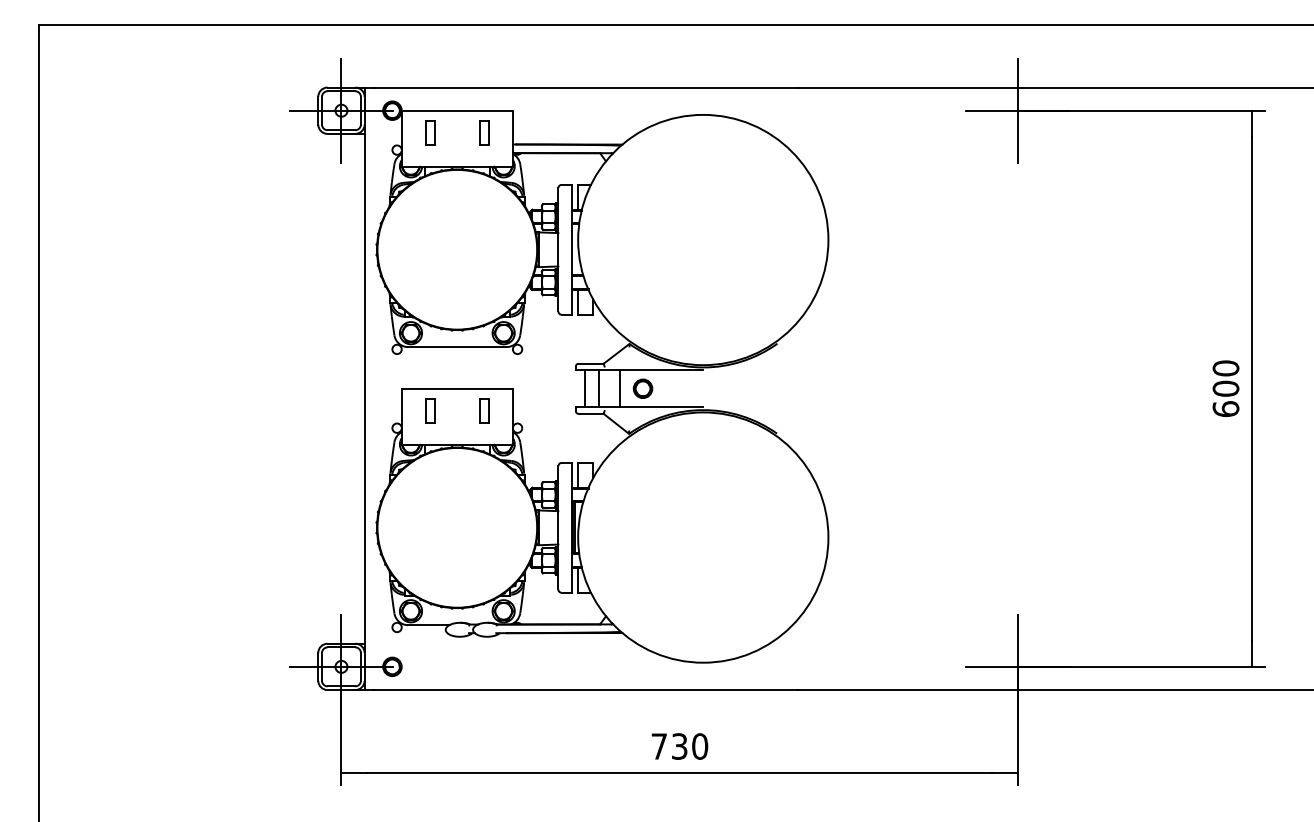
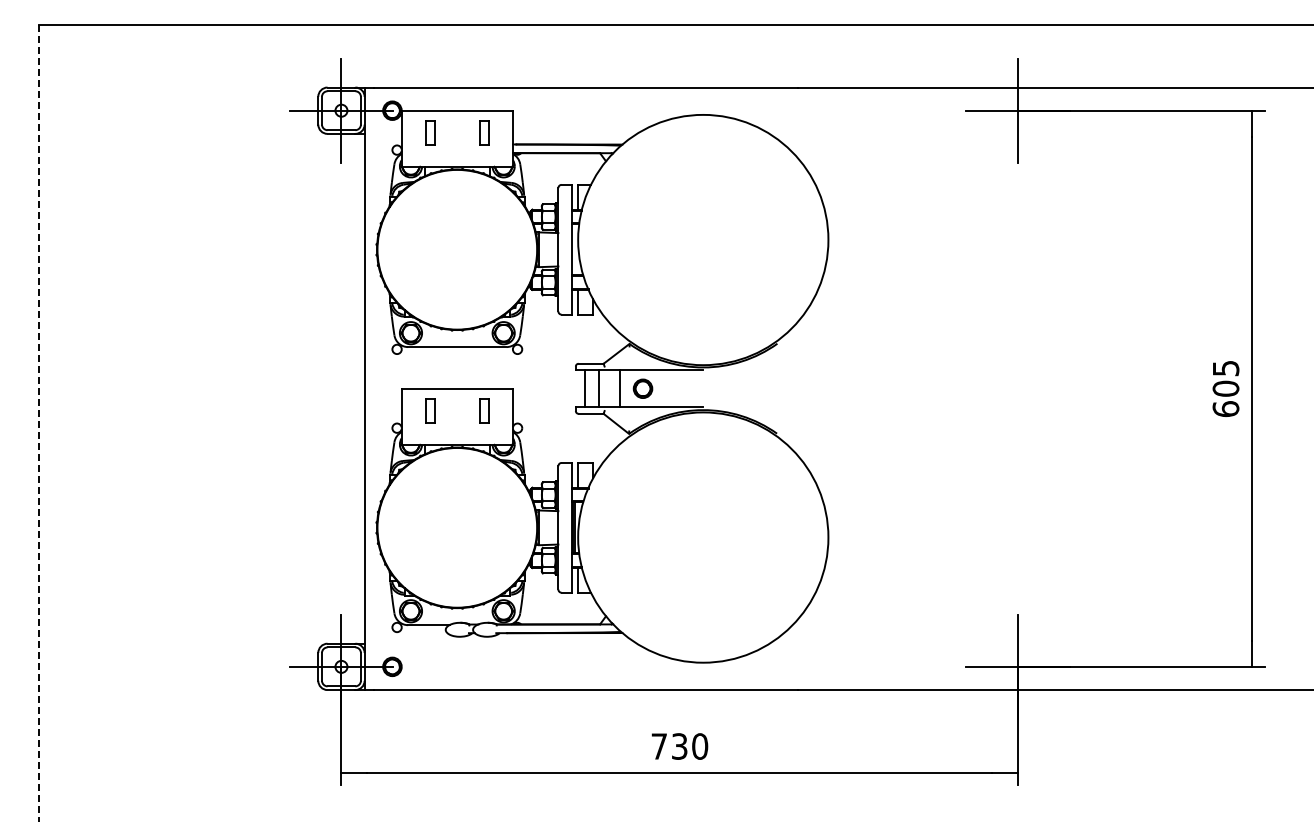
text at (1225, 368): 600 -> 605
line at (39, 423): solid -> dashed
